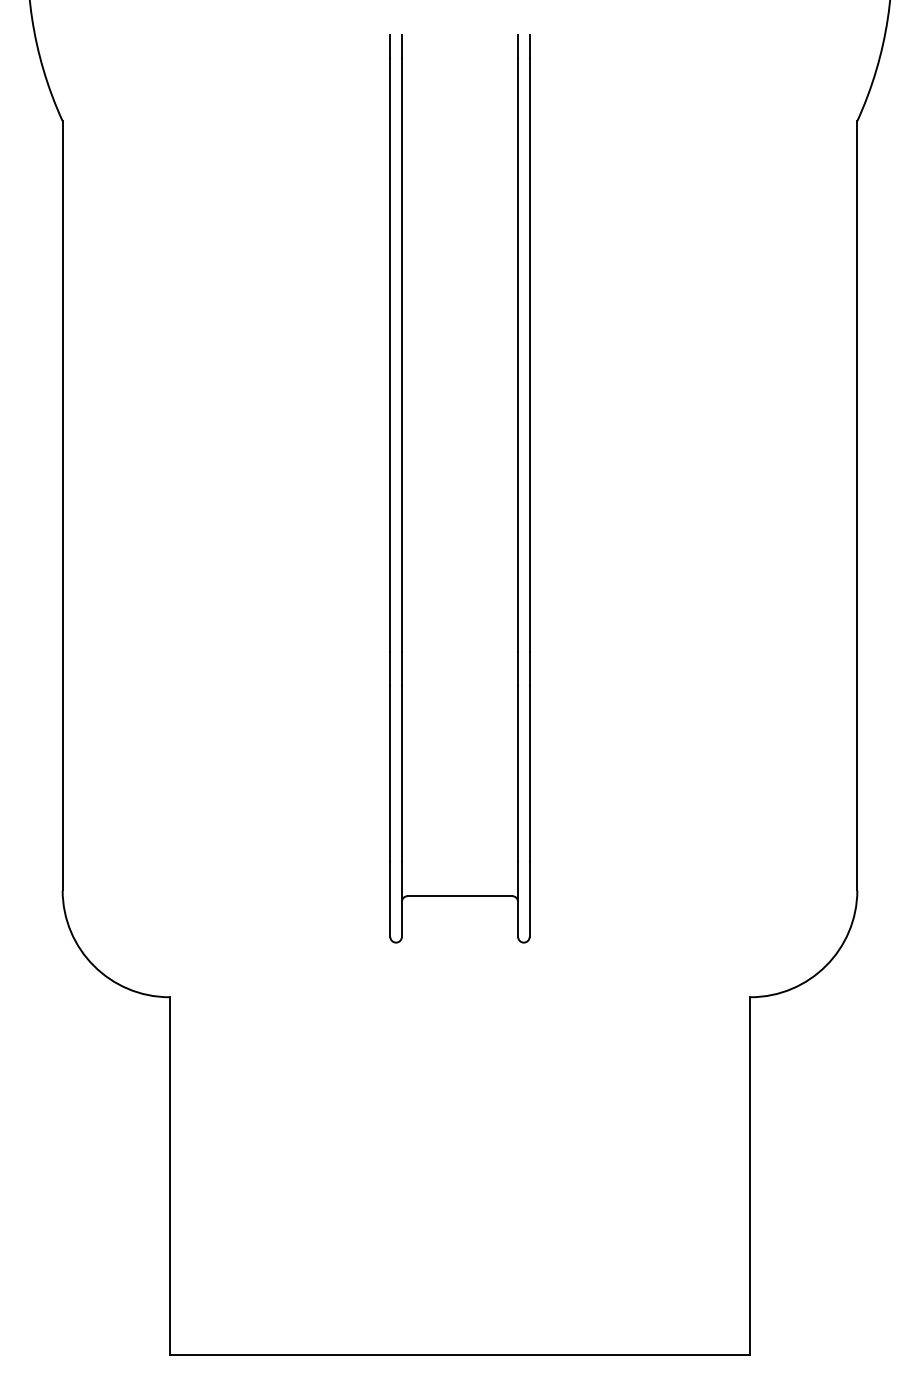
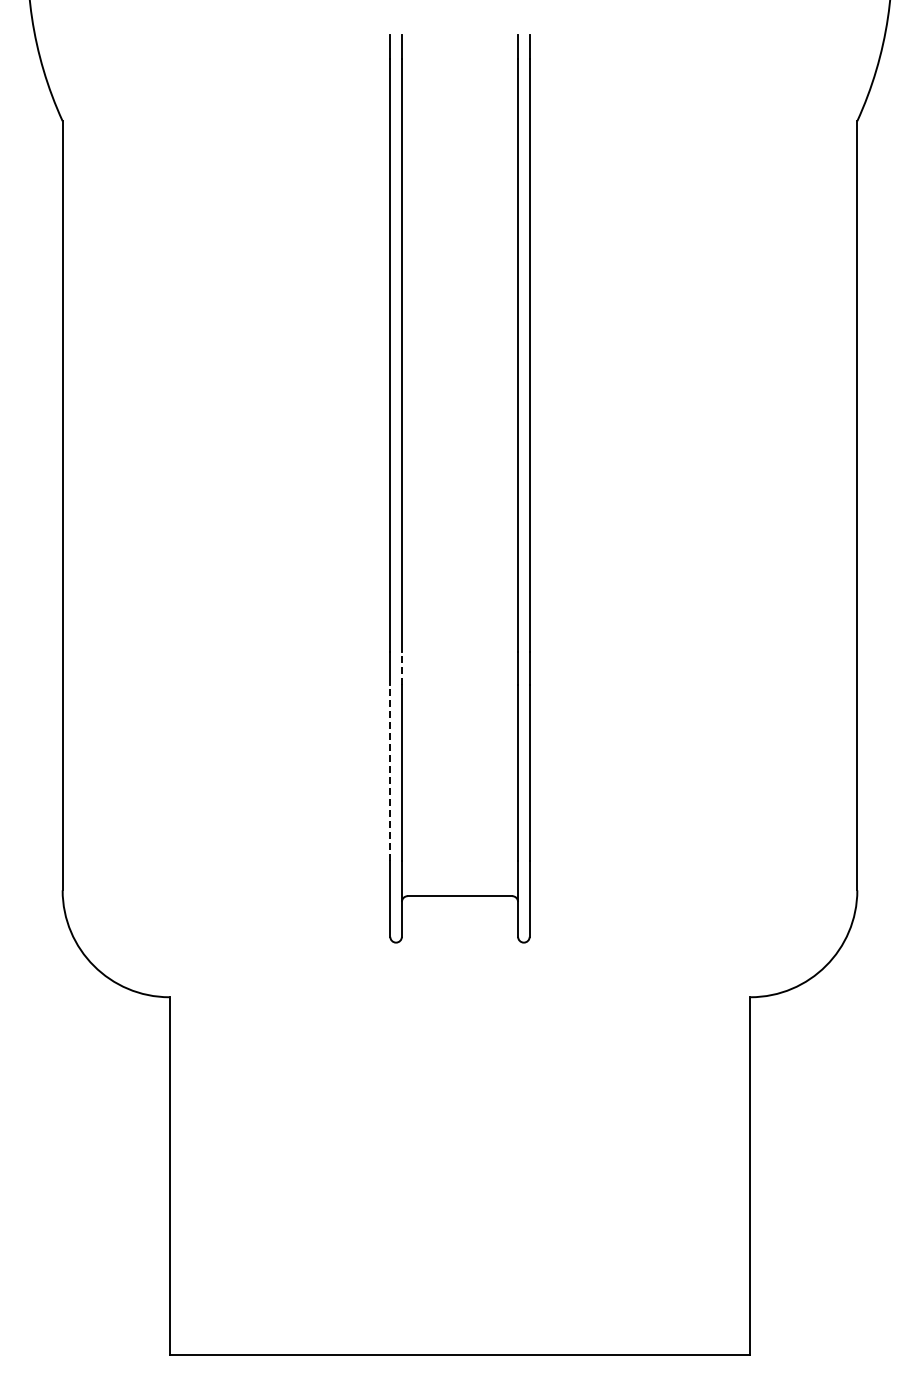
line at (401, 668): solid -> dashed
line at (390, 772): solid -> dashed
